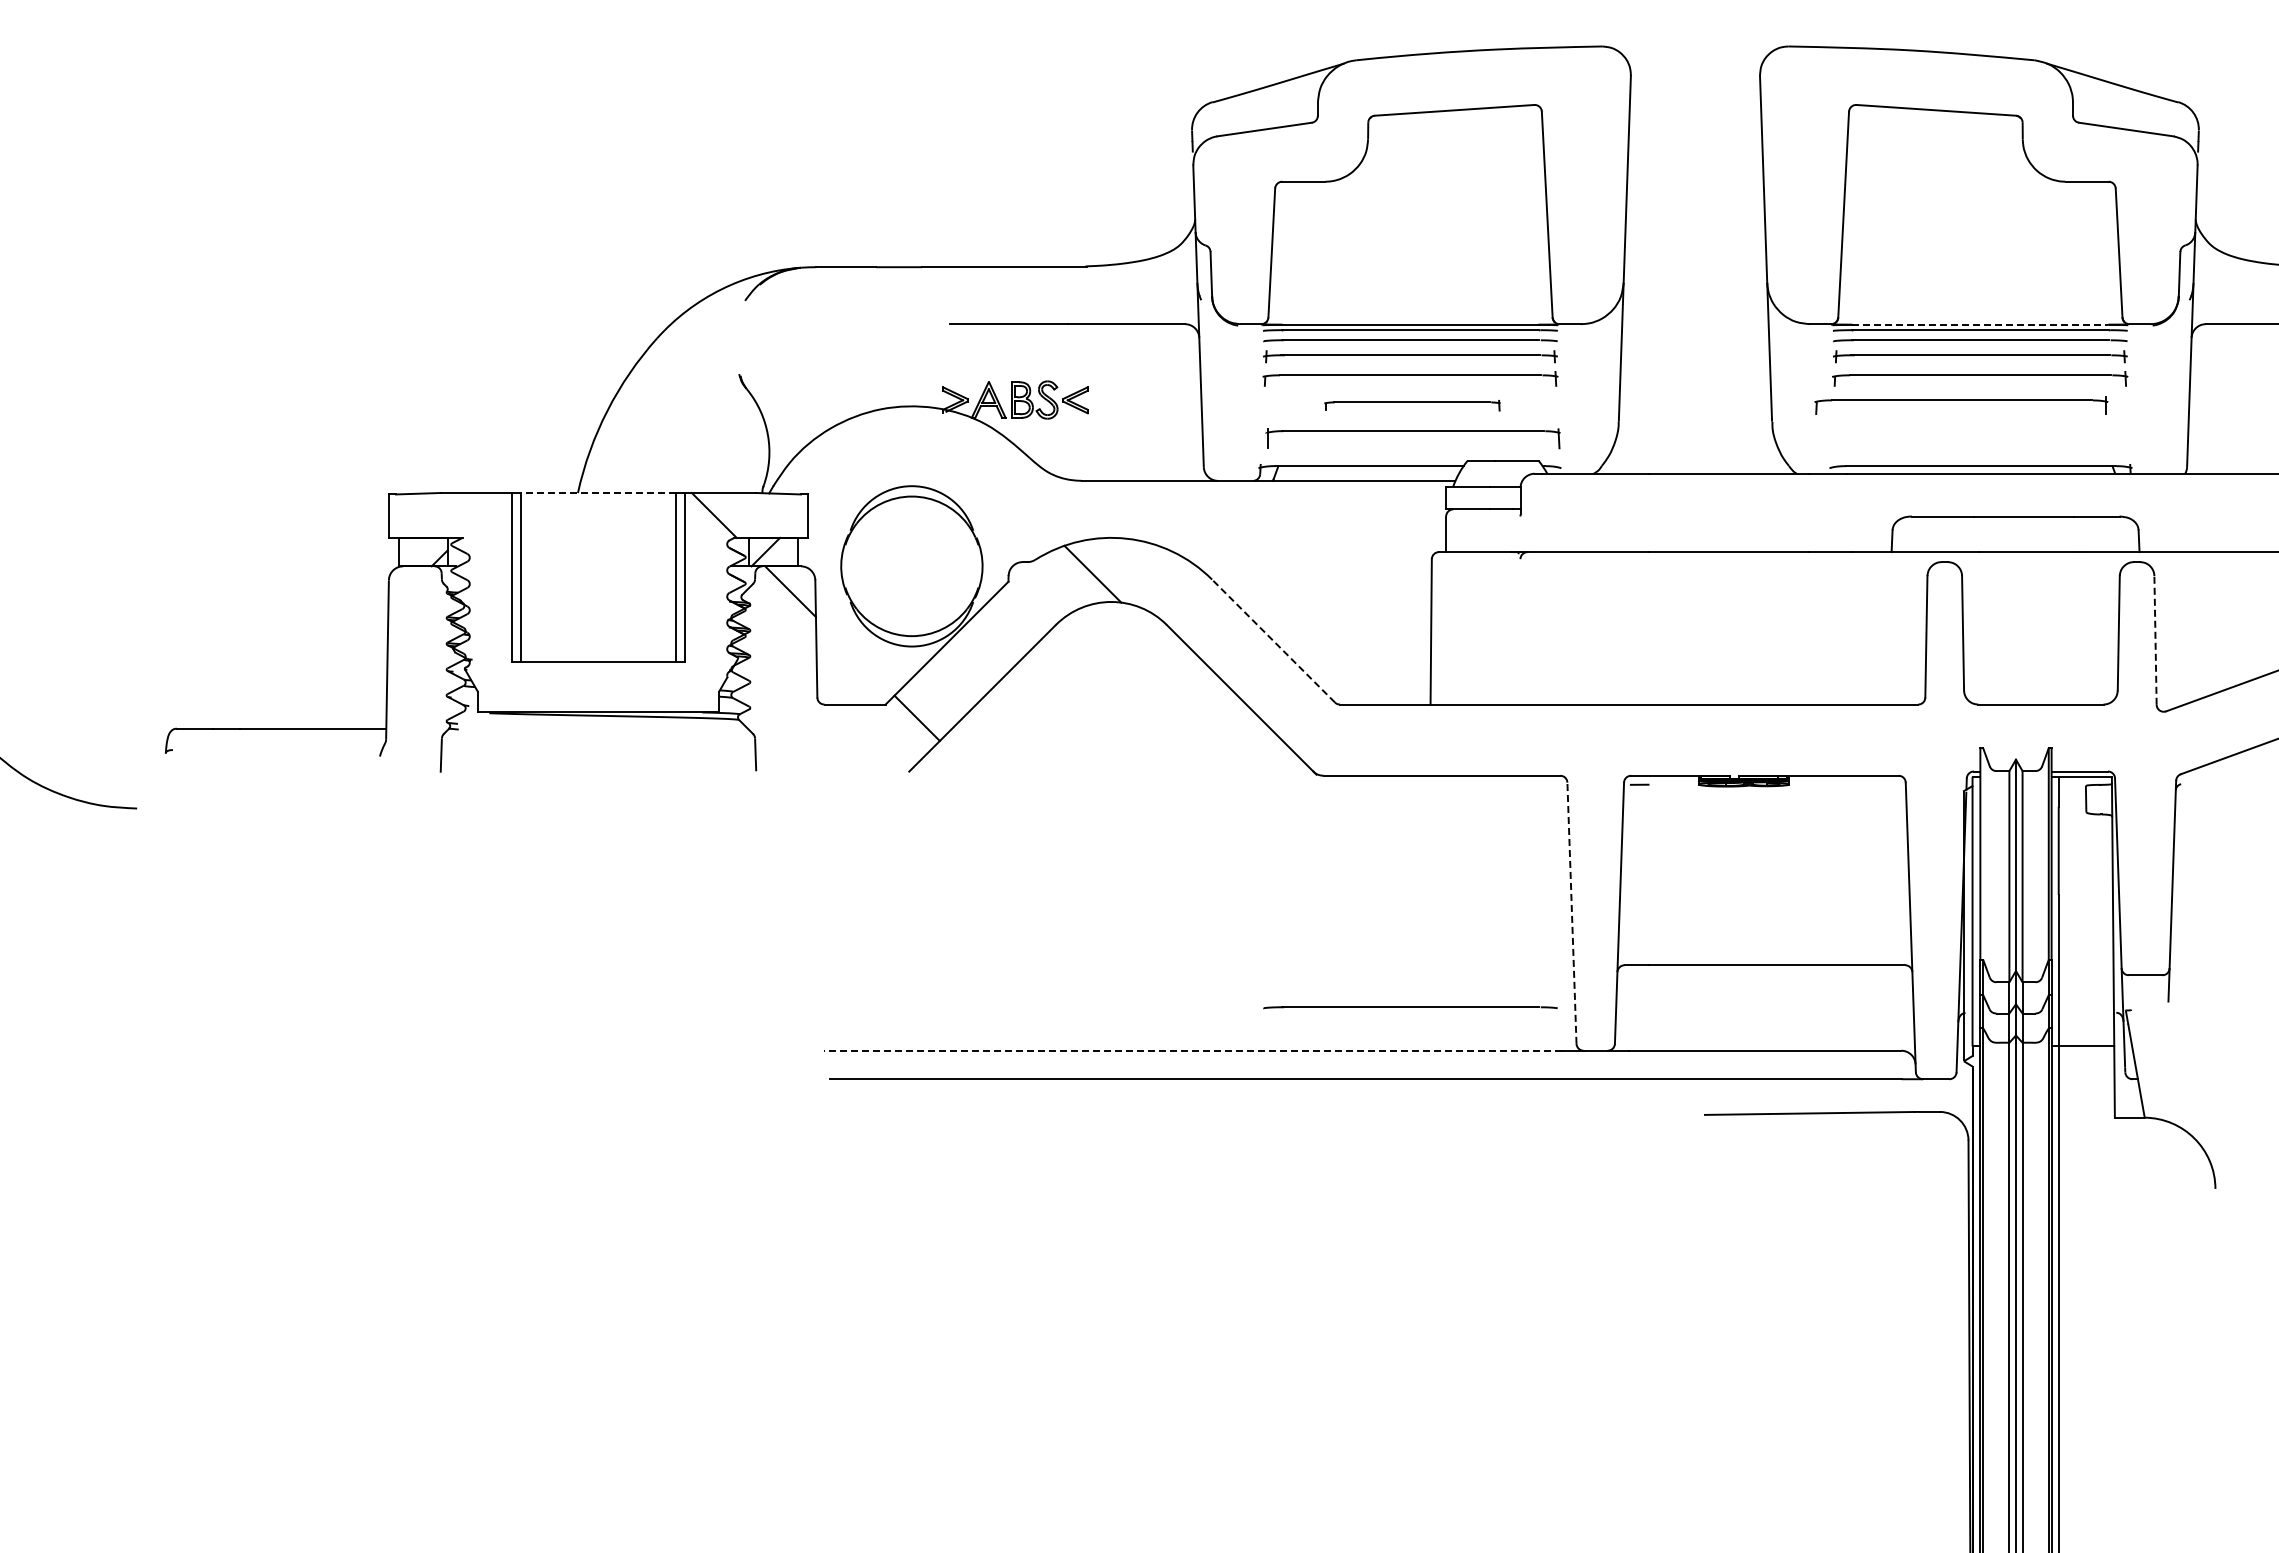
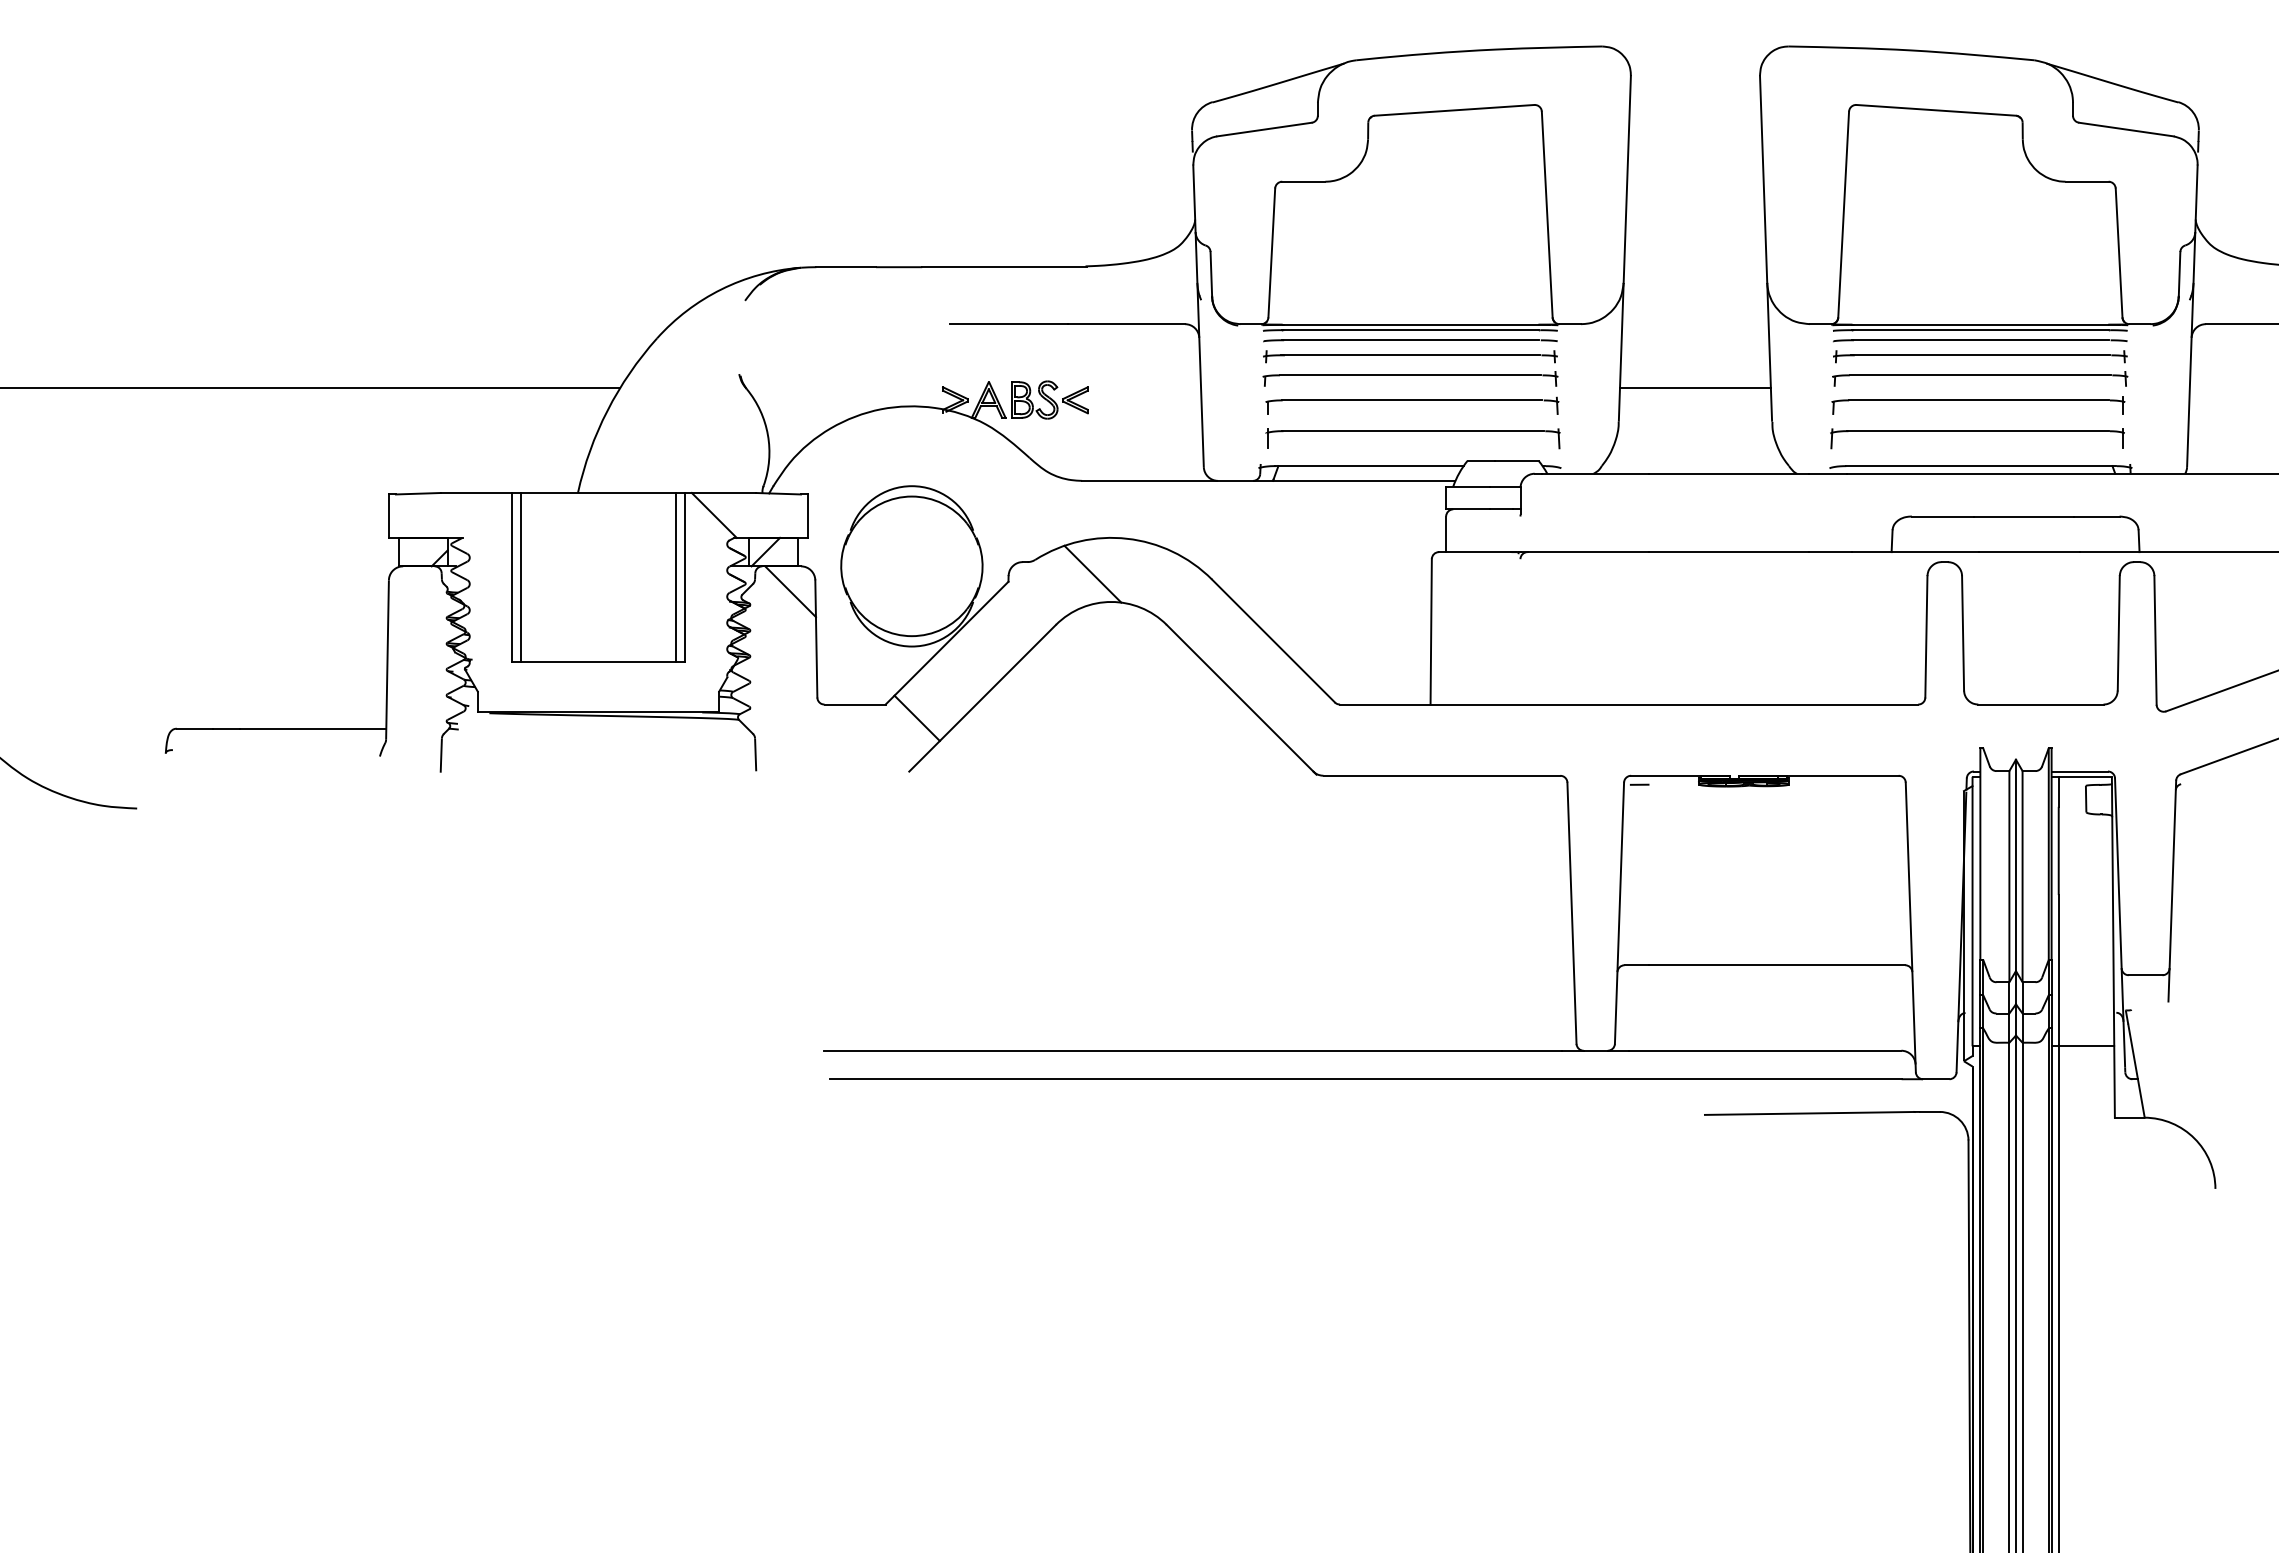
line at (1980, 324): dashed -> solid
line at (311, 387): none -> present
line at (1695, 387): none -> present
part at (1412, 405) size: 177x12 px -> 295x19 px
part at (1961, 405) position: (1961, 405) -> (1978, 405)
part at (1977, 431): none -> present
line at (598, 493): dashed -> solid
line at (2155, 639): dashed -> solid
line at (1273, 641): dashed -> solid
line at (1571, 913): dashed -> solid
part at (1410, 1007): present -> none
line at (1192, 1050): dashed -> solid
